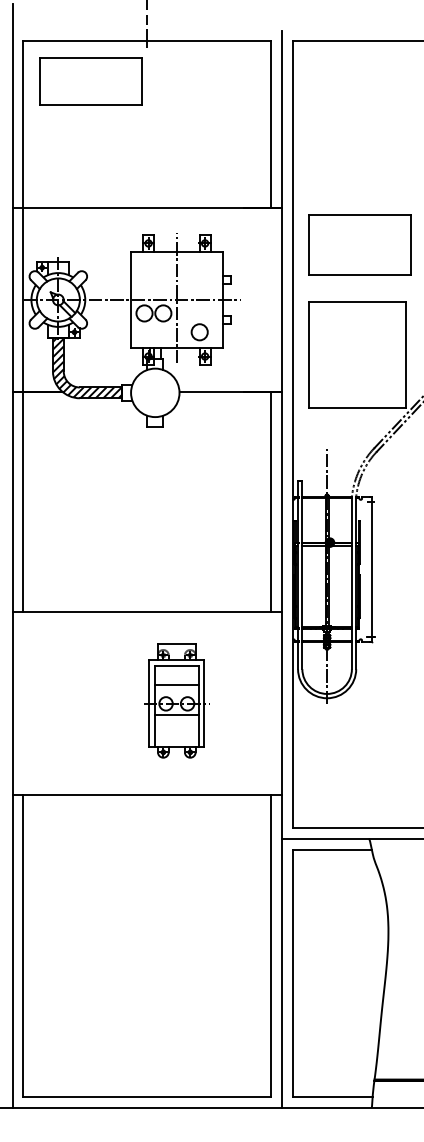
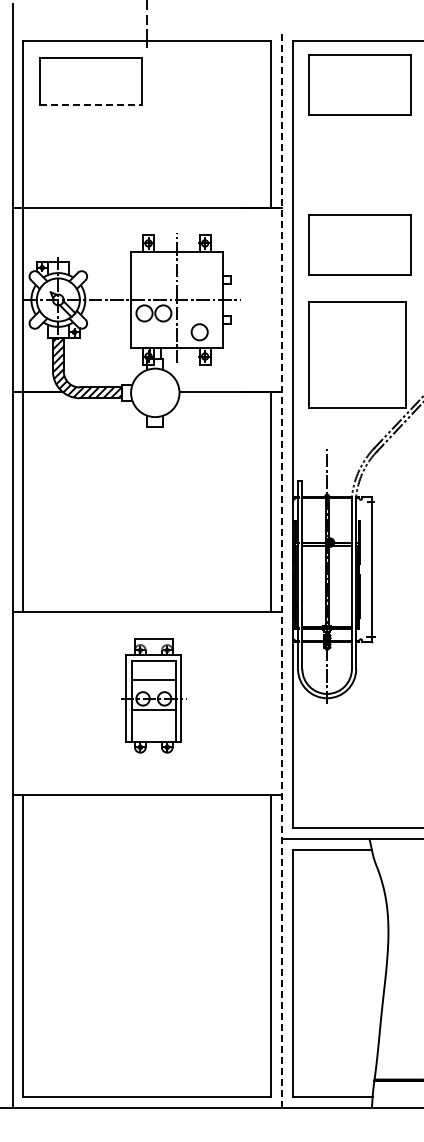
part at (359, 84): none -> present
line at (91, 105): solid -> dashed
line at (281, 569): solid -> dashed
part at (176, 700) position: (176, 700) -> (153, 695)
